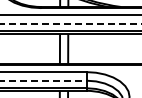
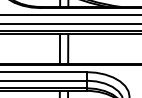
line at (71, 23): dashed -> solid
line at (43, 80): dashed -> solid
